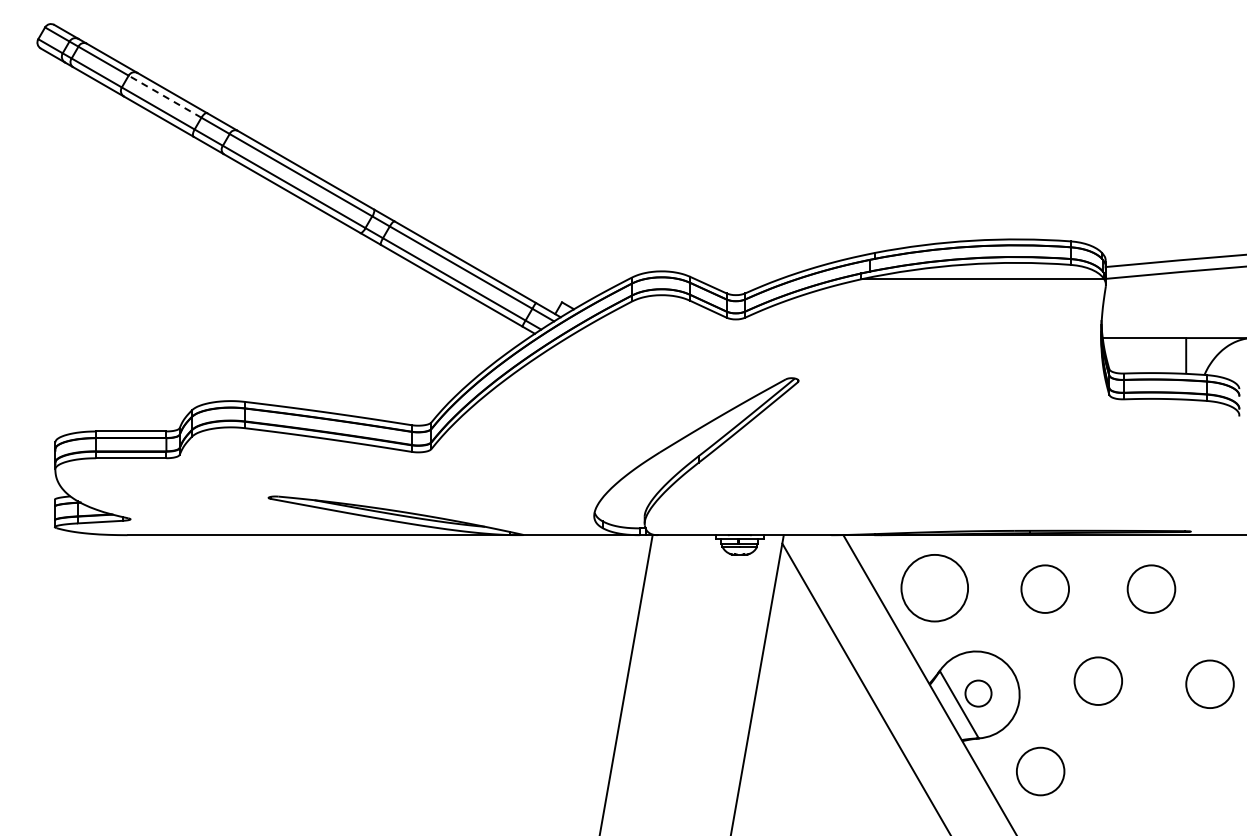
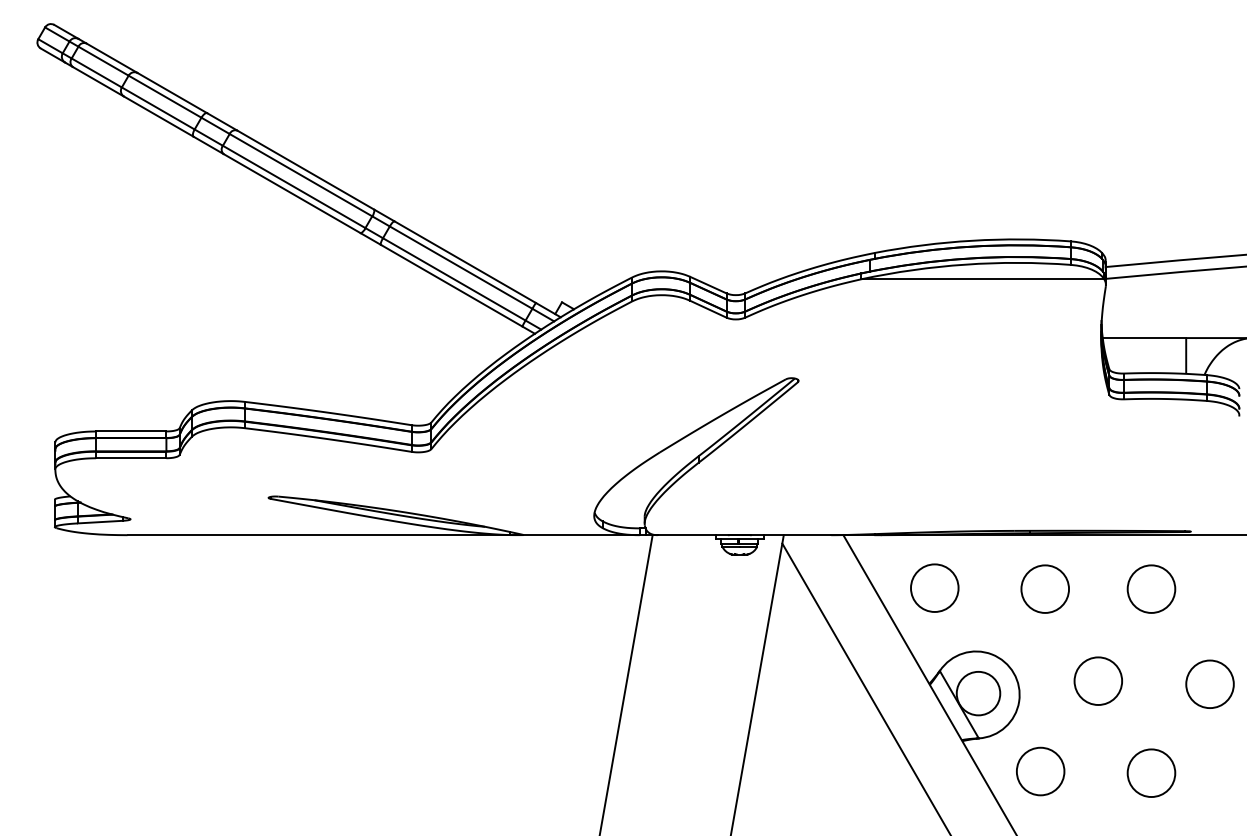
line at (164, 96): dashed -> solid
circle at (934, 587) diameter: 67 px -> 48 px
circle at (978, 693) diameter: 26 px -> 44 px
circle at (1151, 772): none -> present
